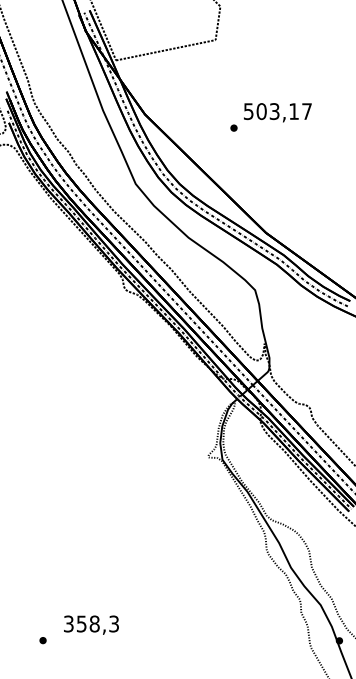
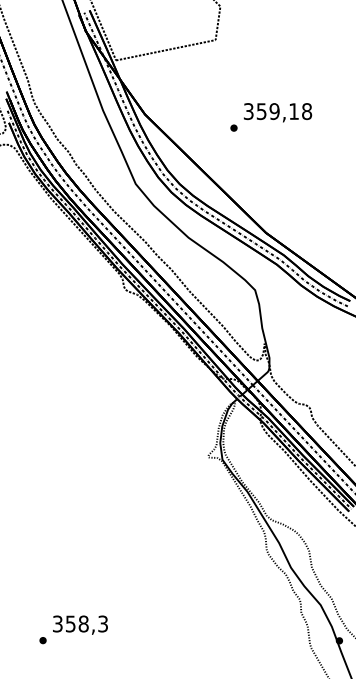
text at (278, 111): 503,17 -> 359,18
text at (91, 624) position: (91, 624) -> (80, 624)
